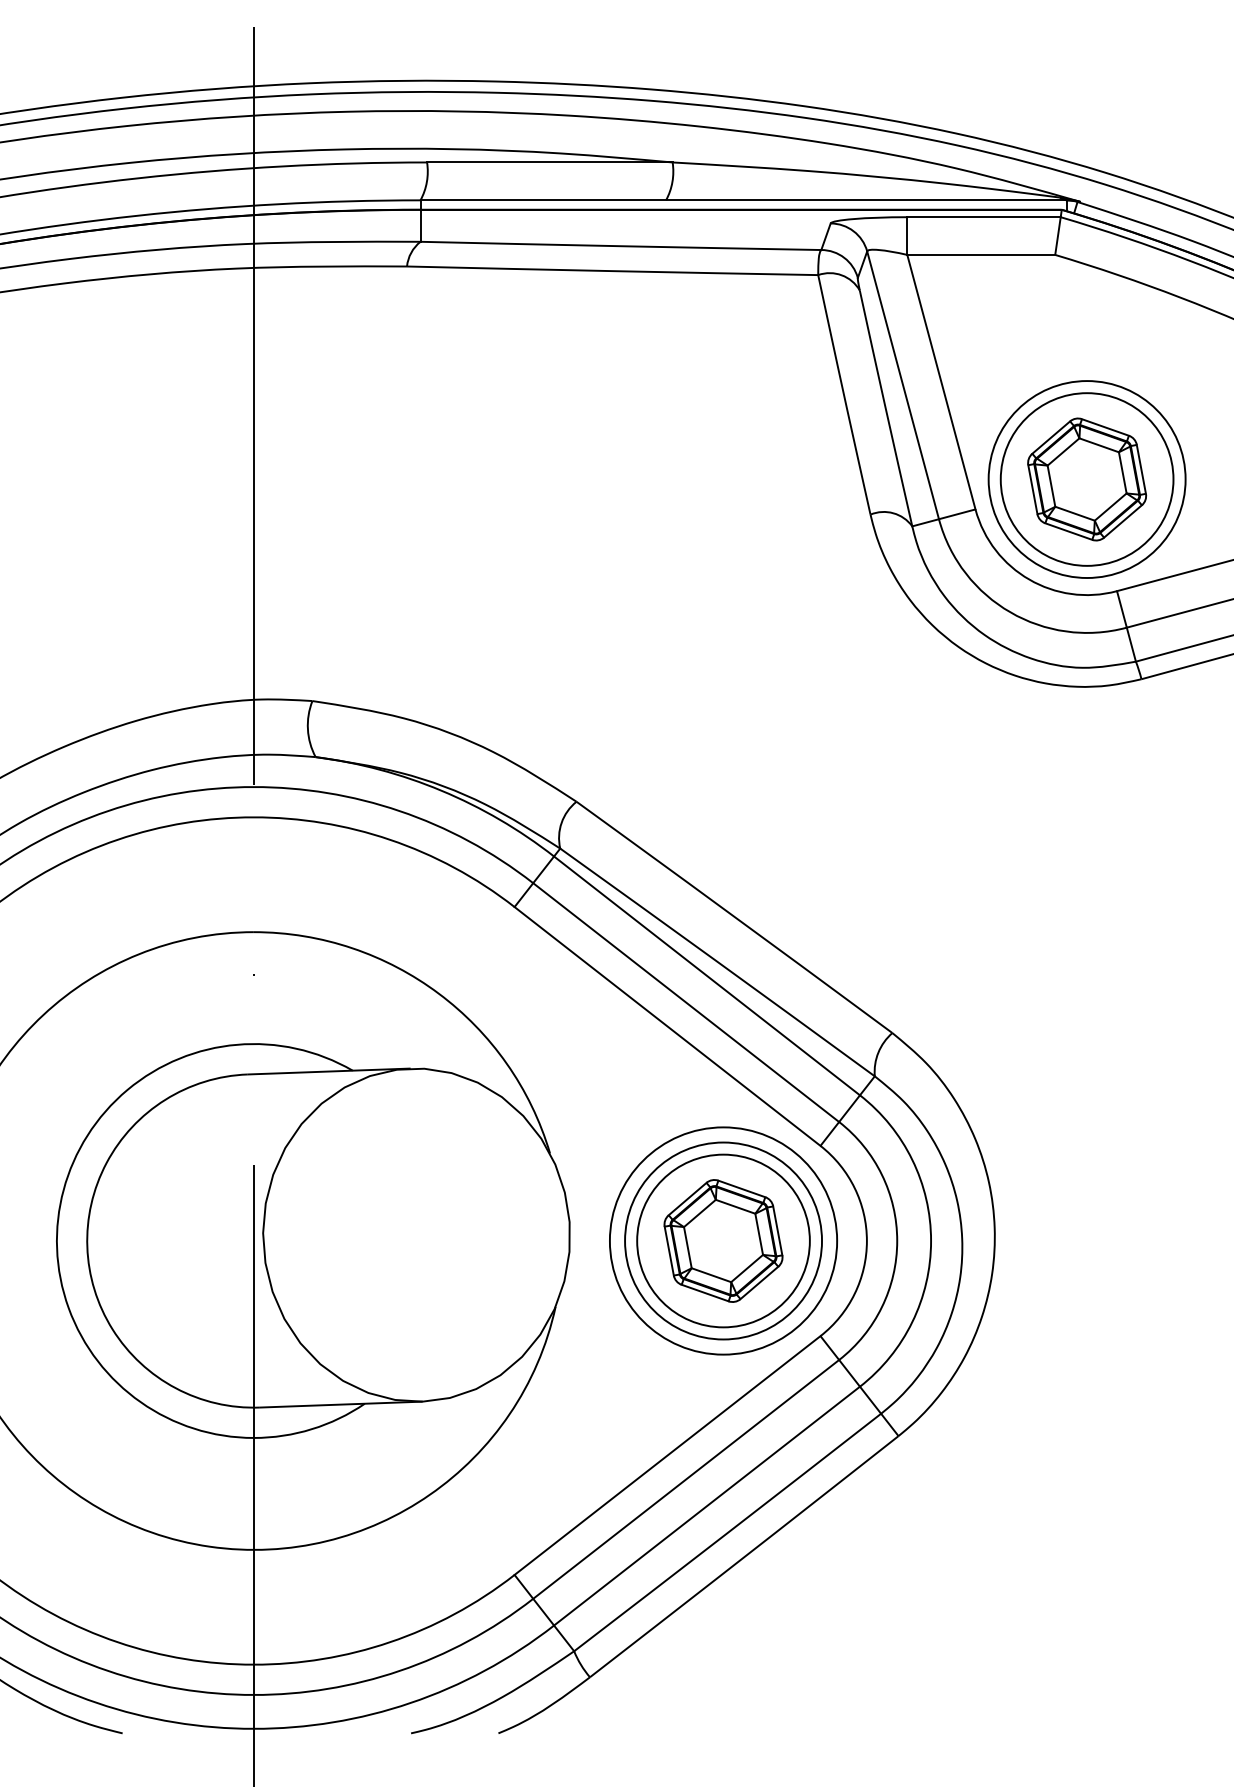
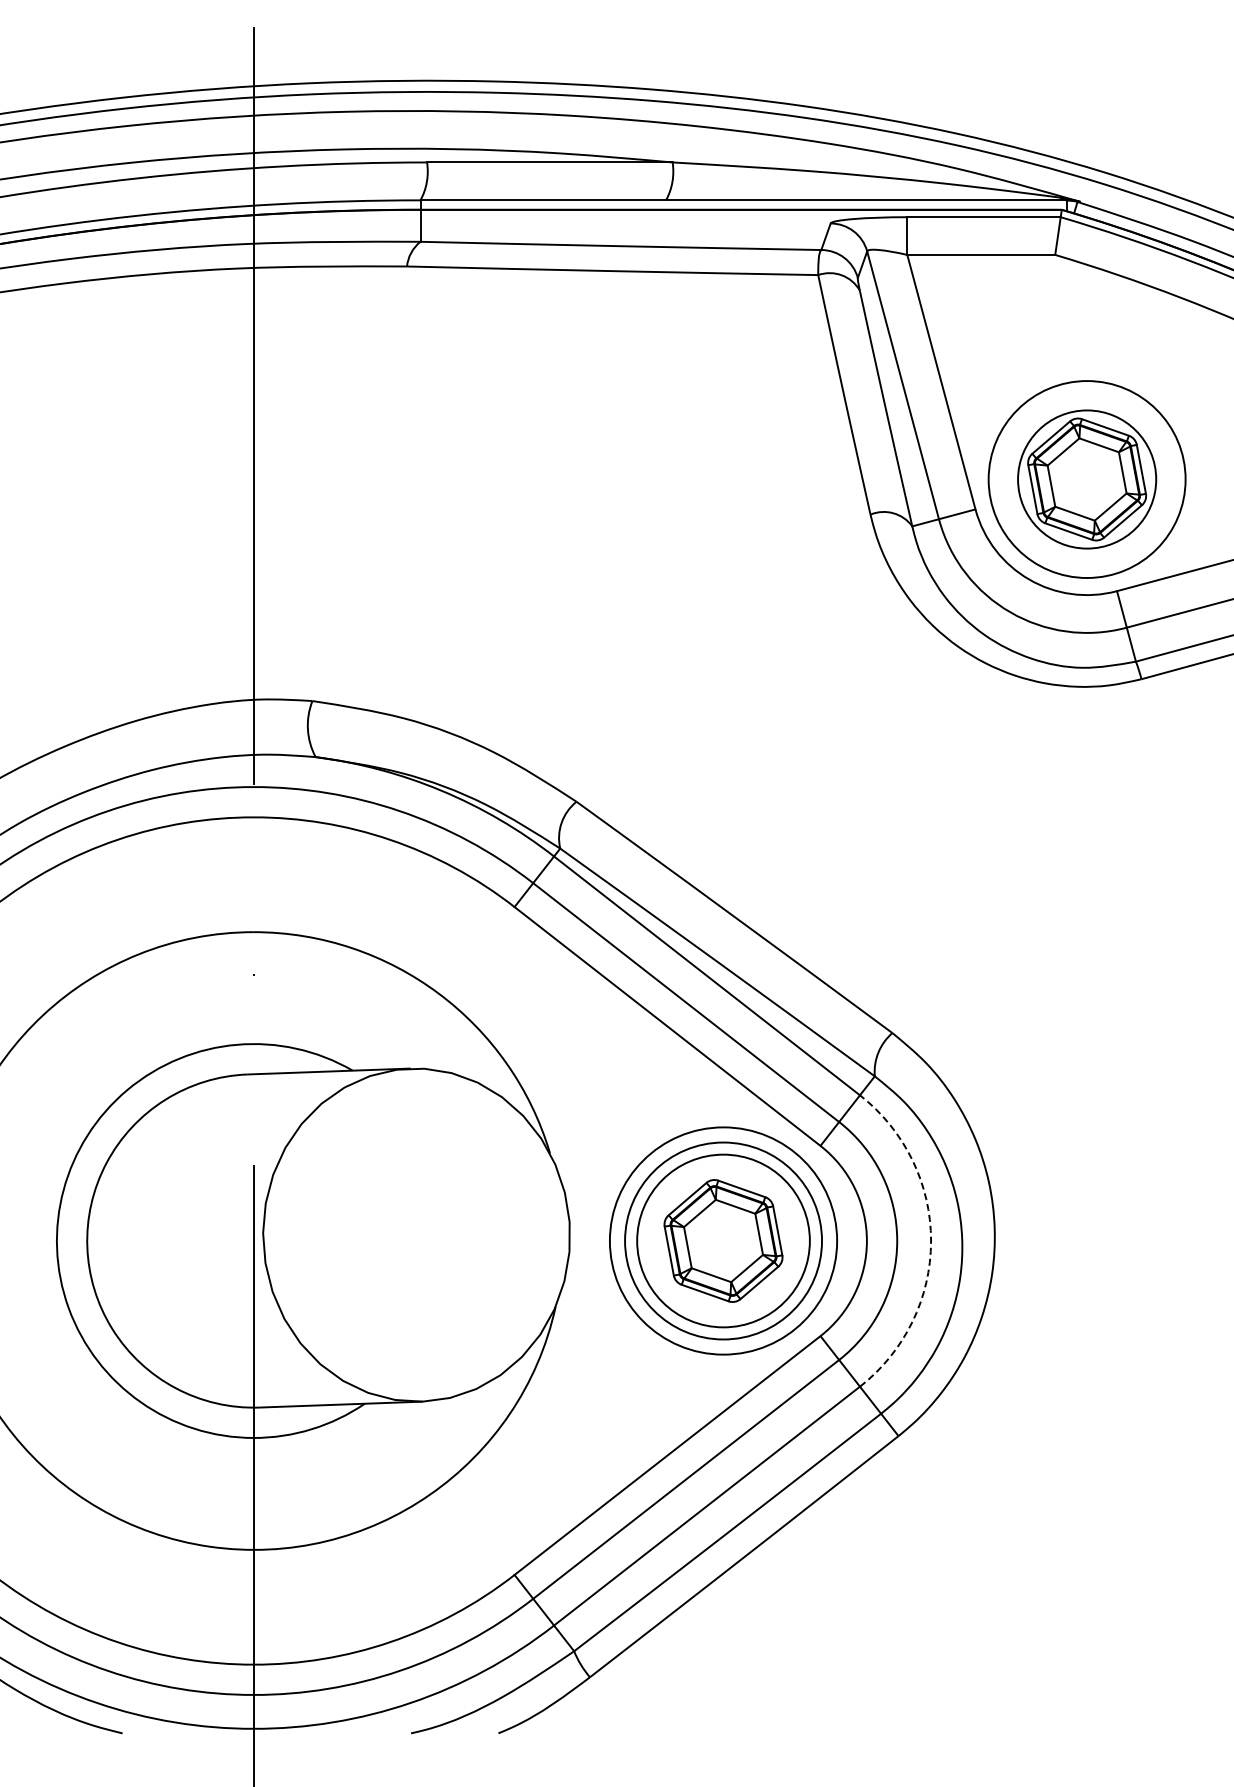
circle at (1086, 479) diameter: 173 px -> 138 px
arc at (931, 1241): solid -> dashed
